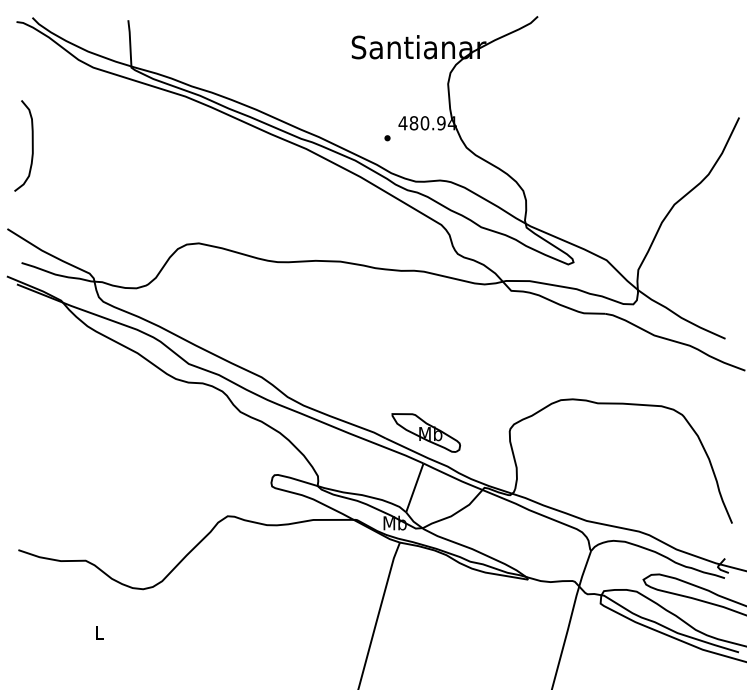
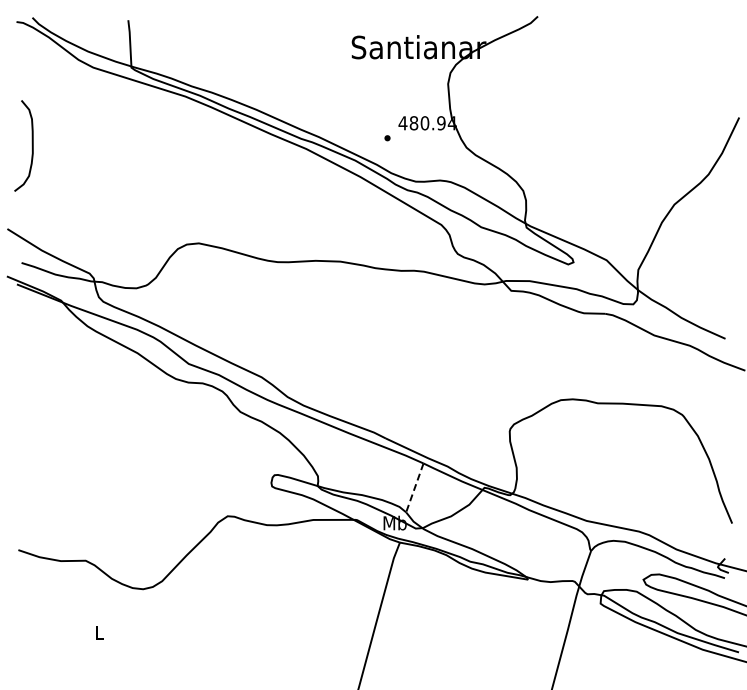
part at (425, 432): present -> none
line at (414, 487): solid -> dashed
